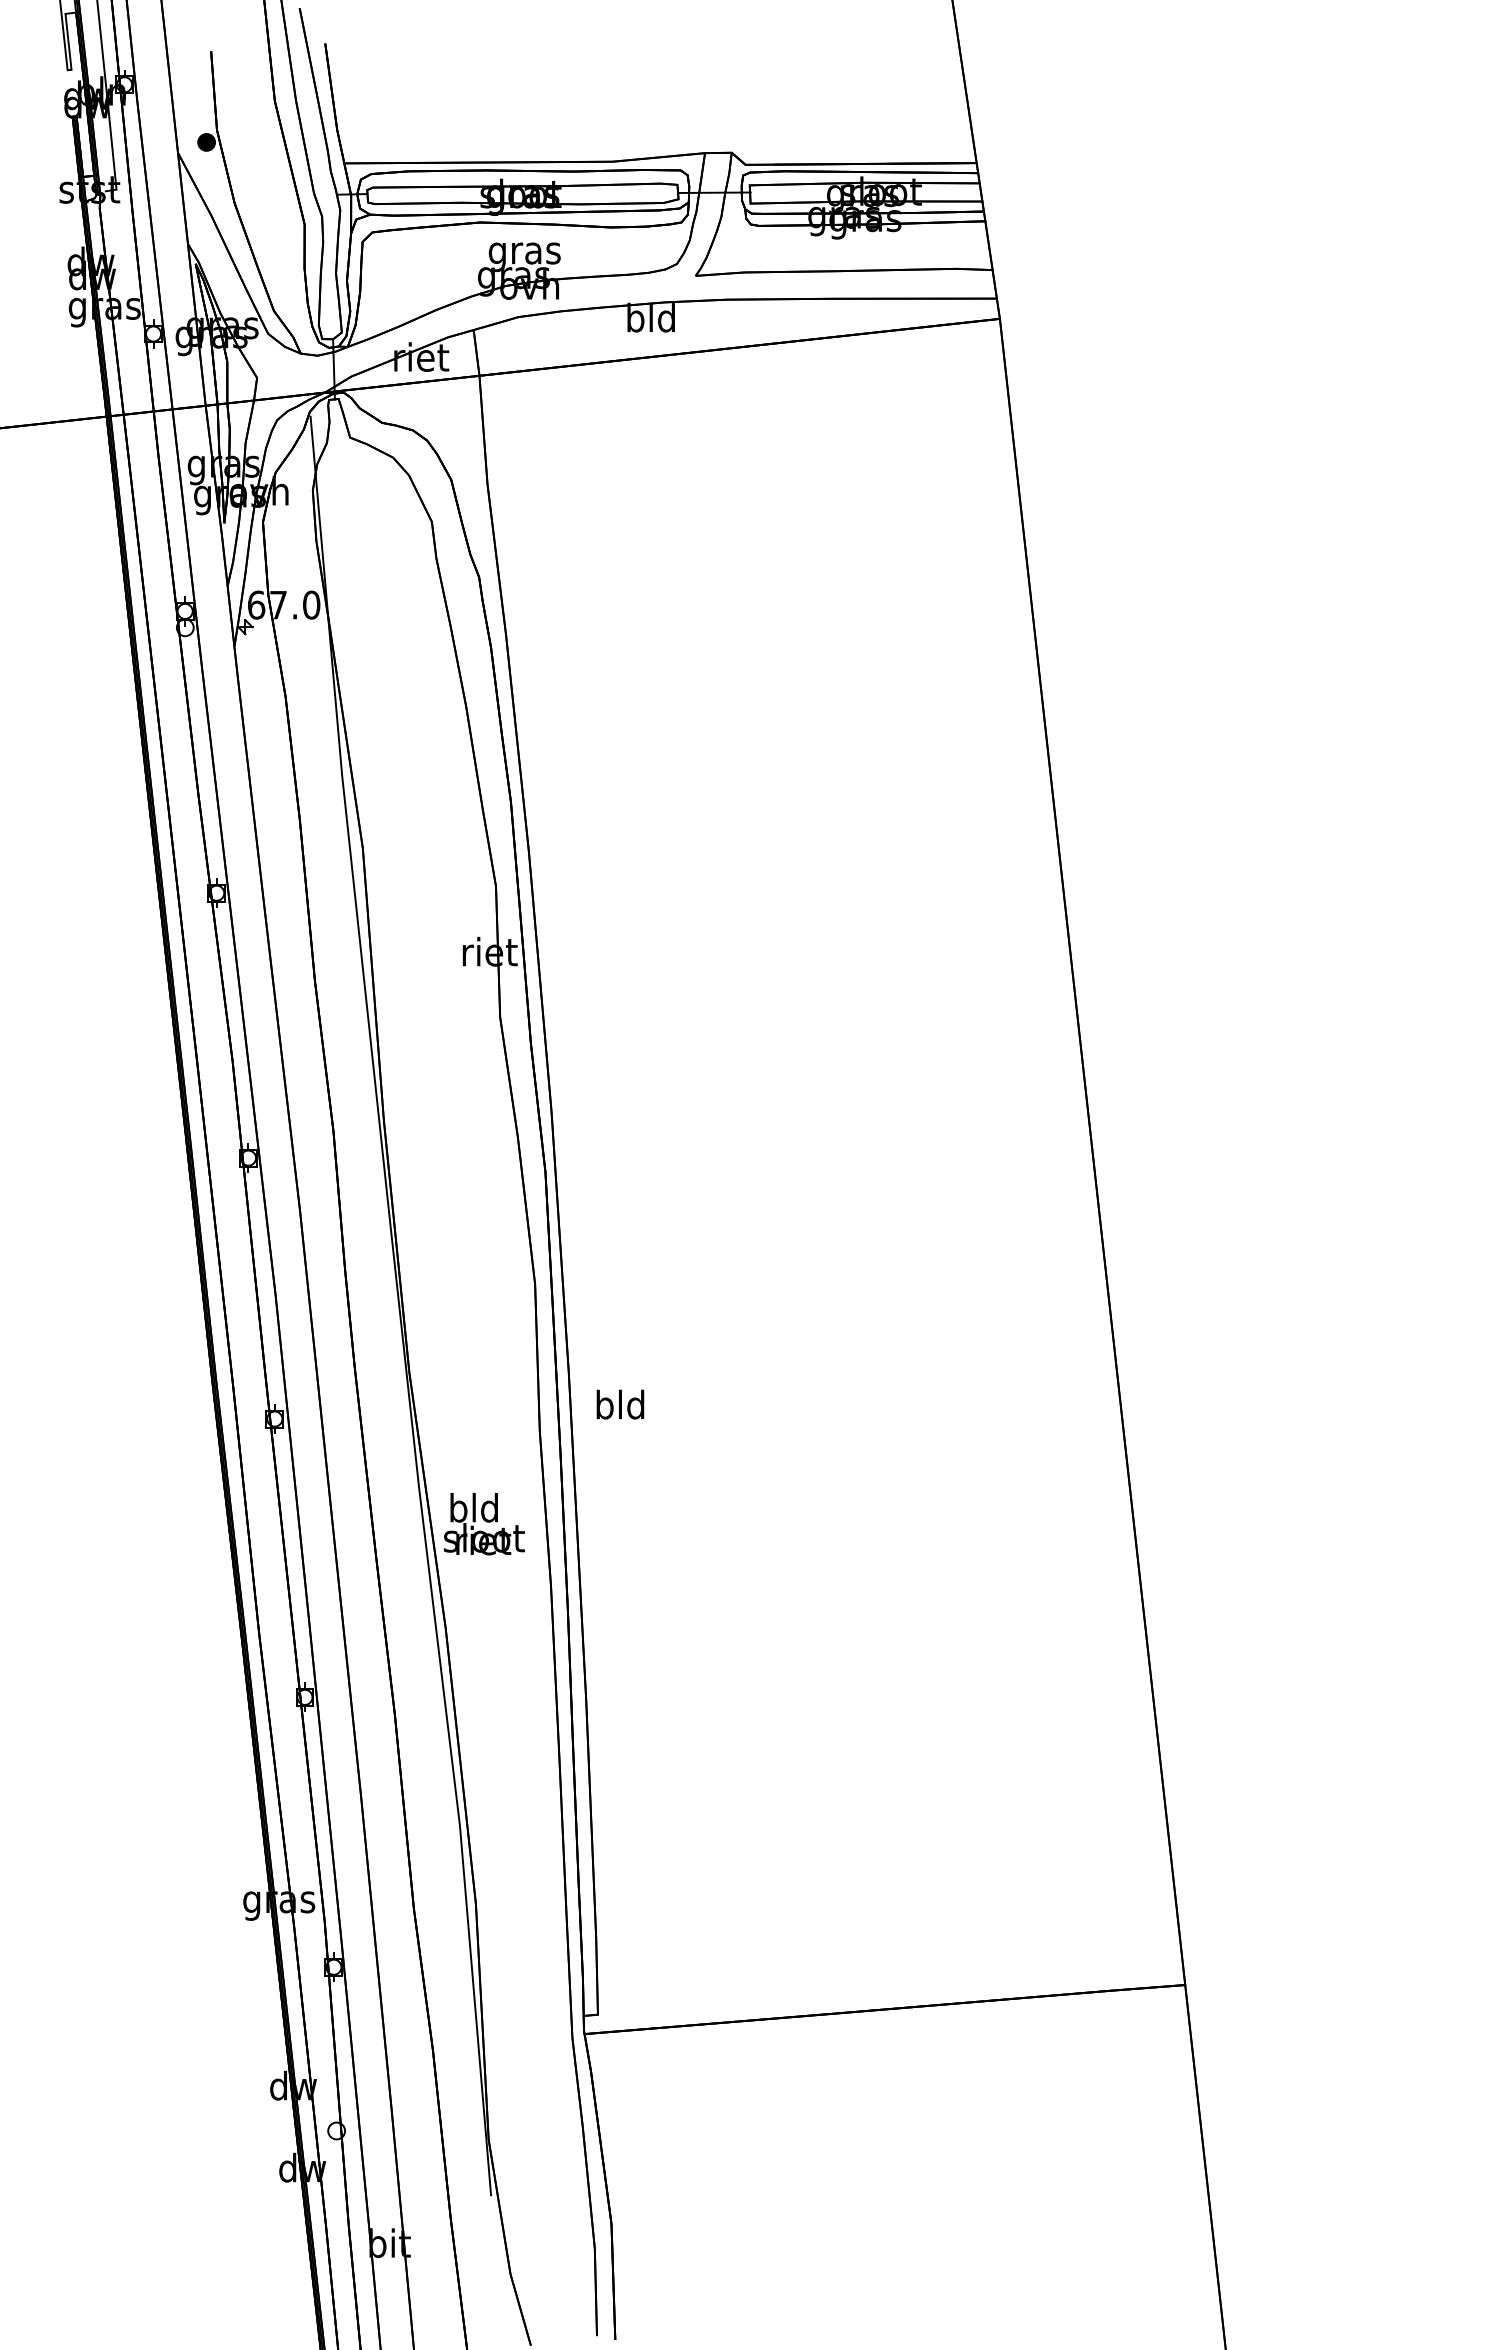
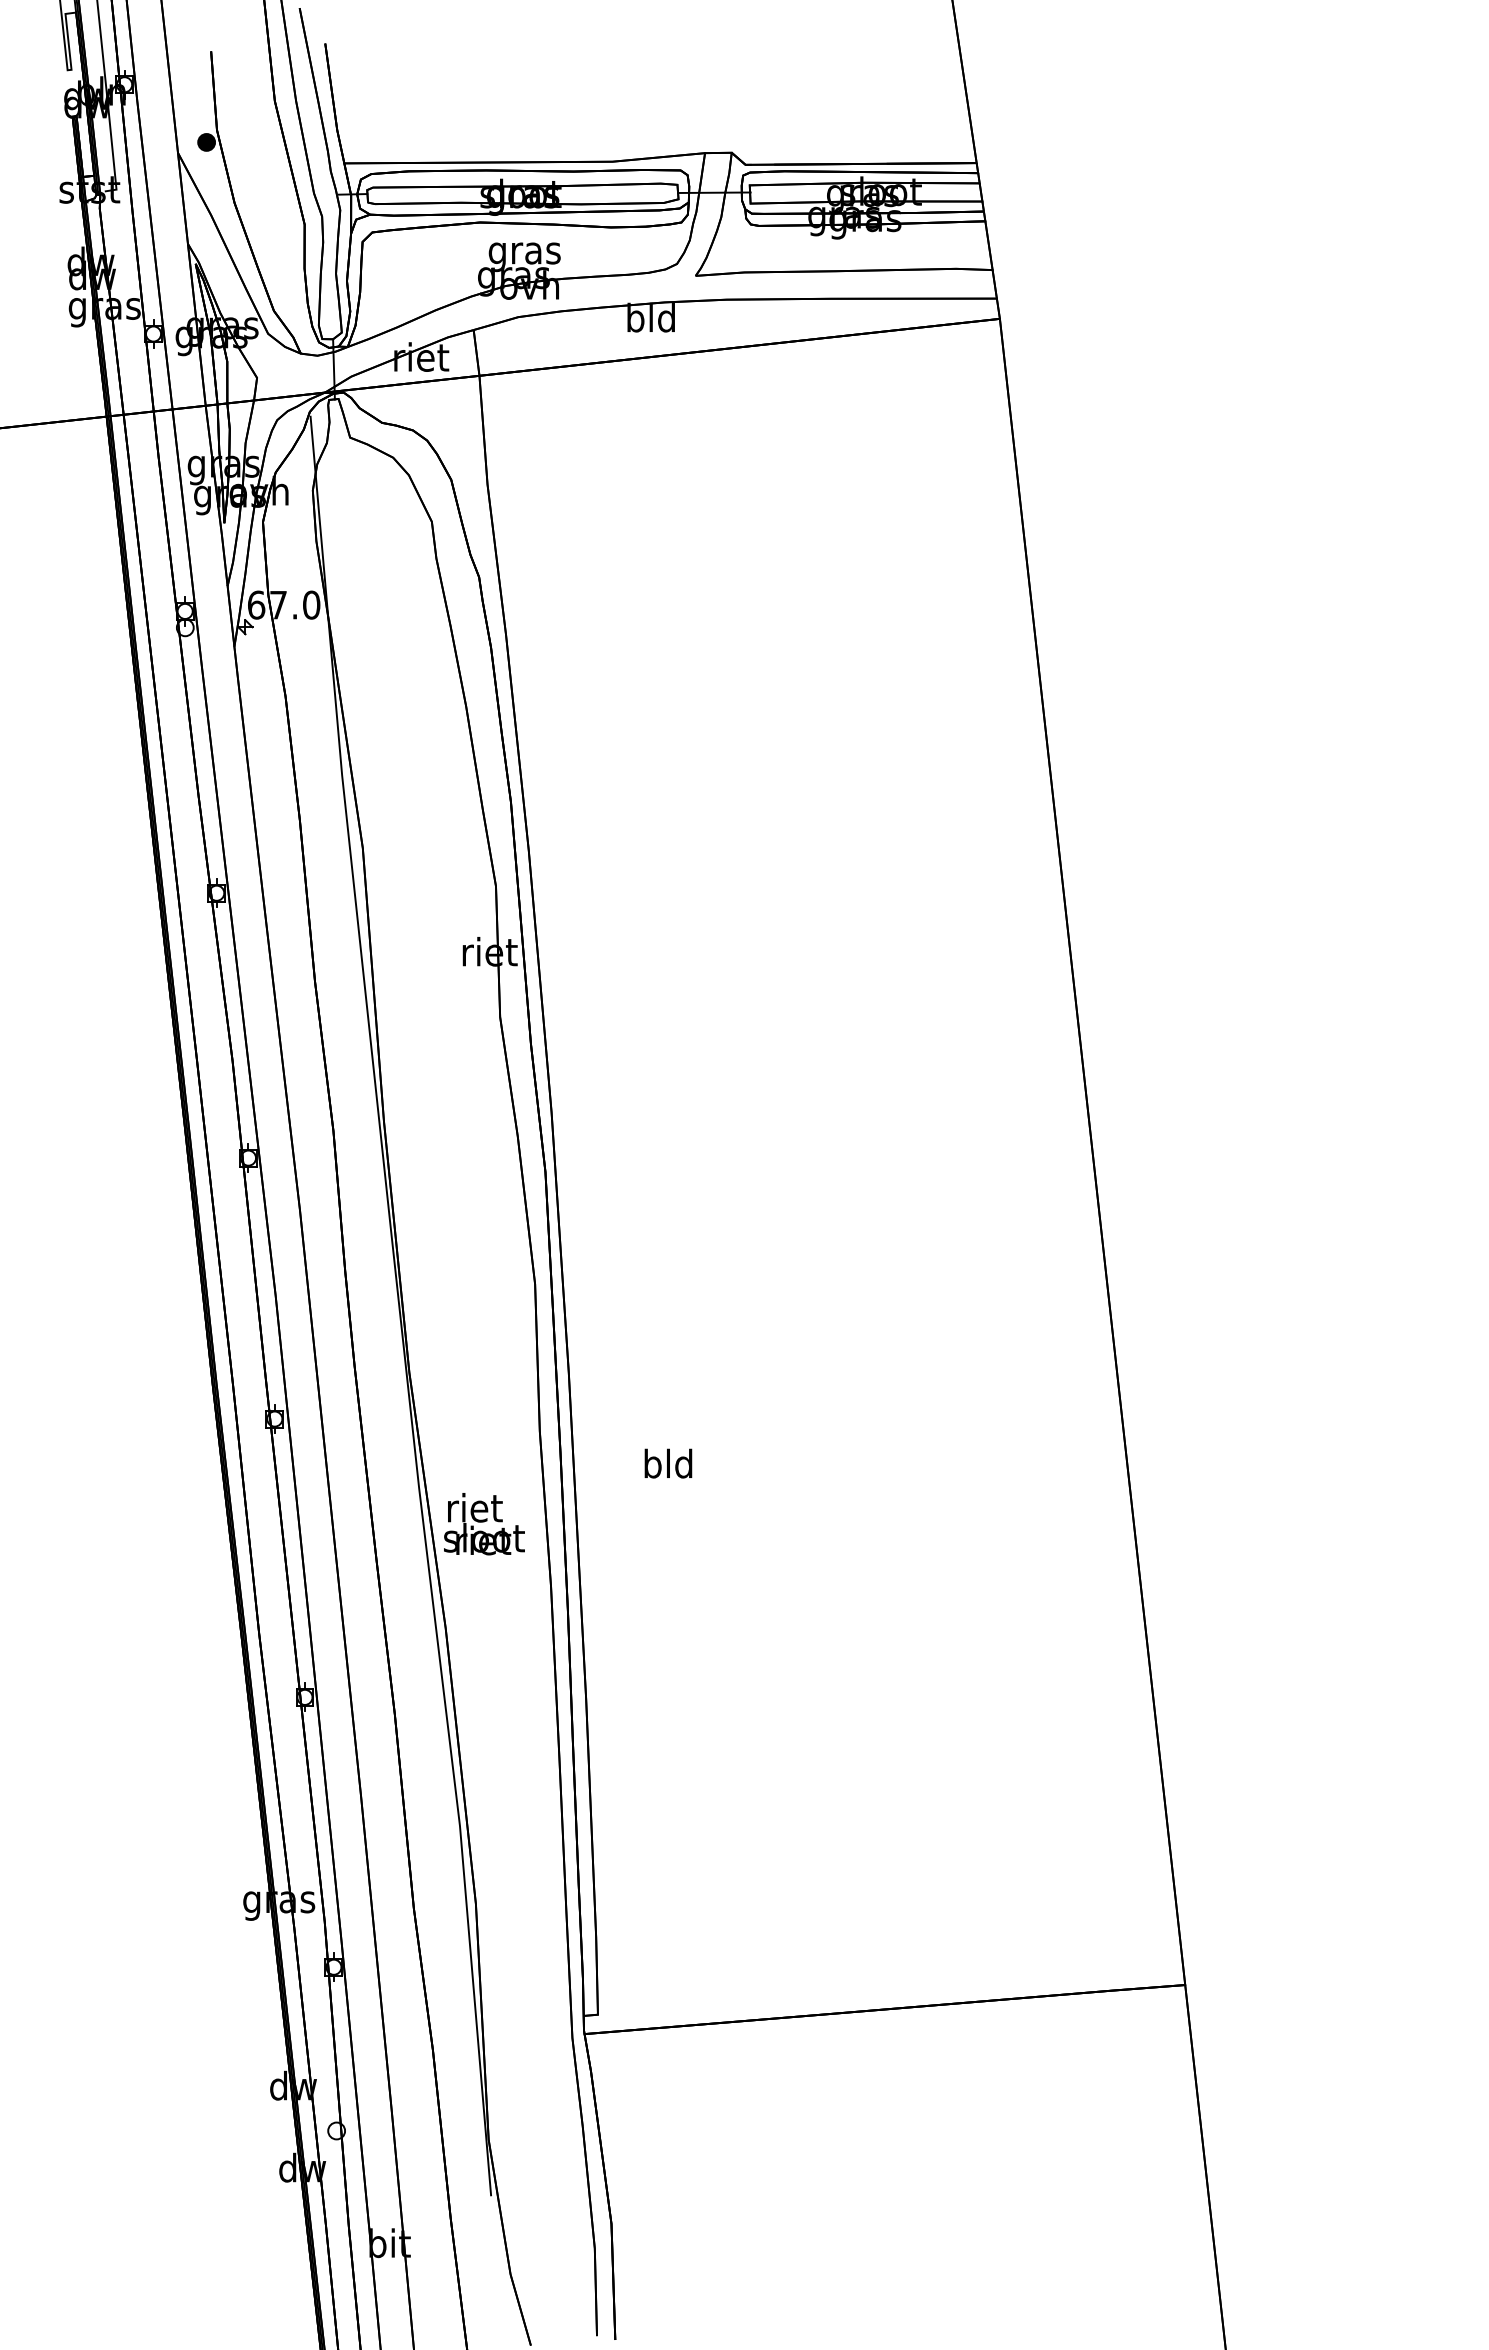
text at (620, 1404) position: (620, 1404) -> (668, 1463)
text at (475, 1507): bld -> riet
